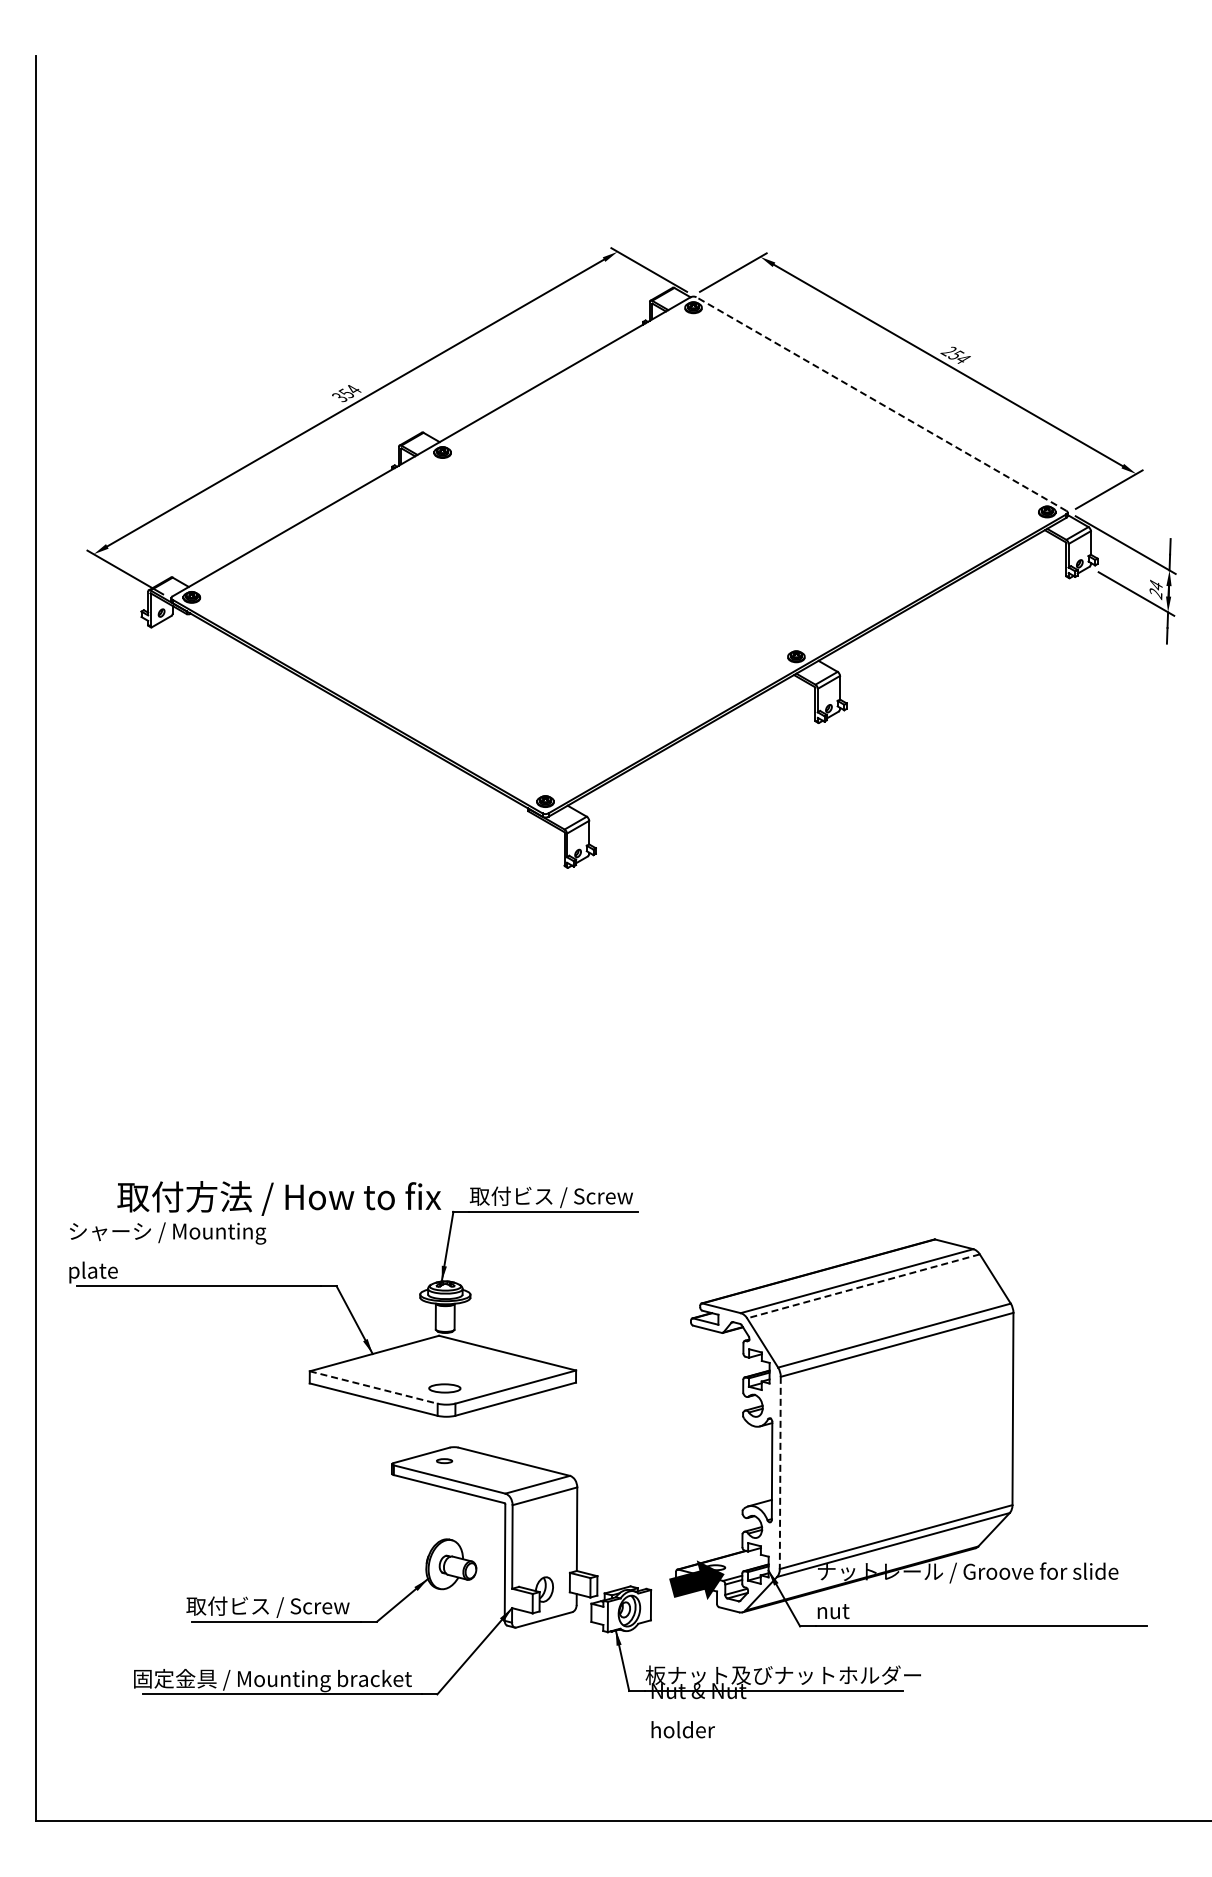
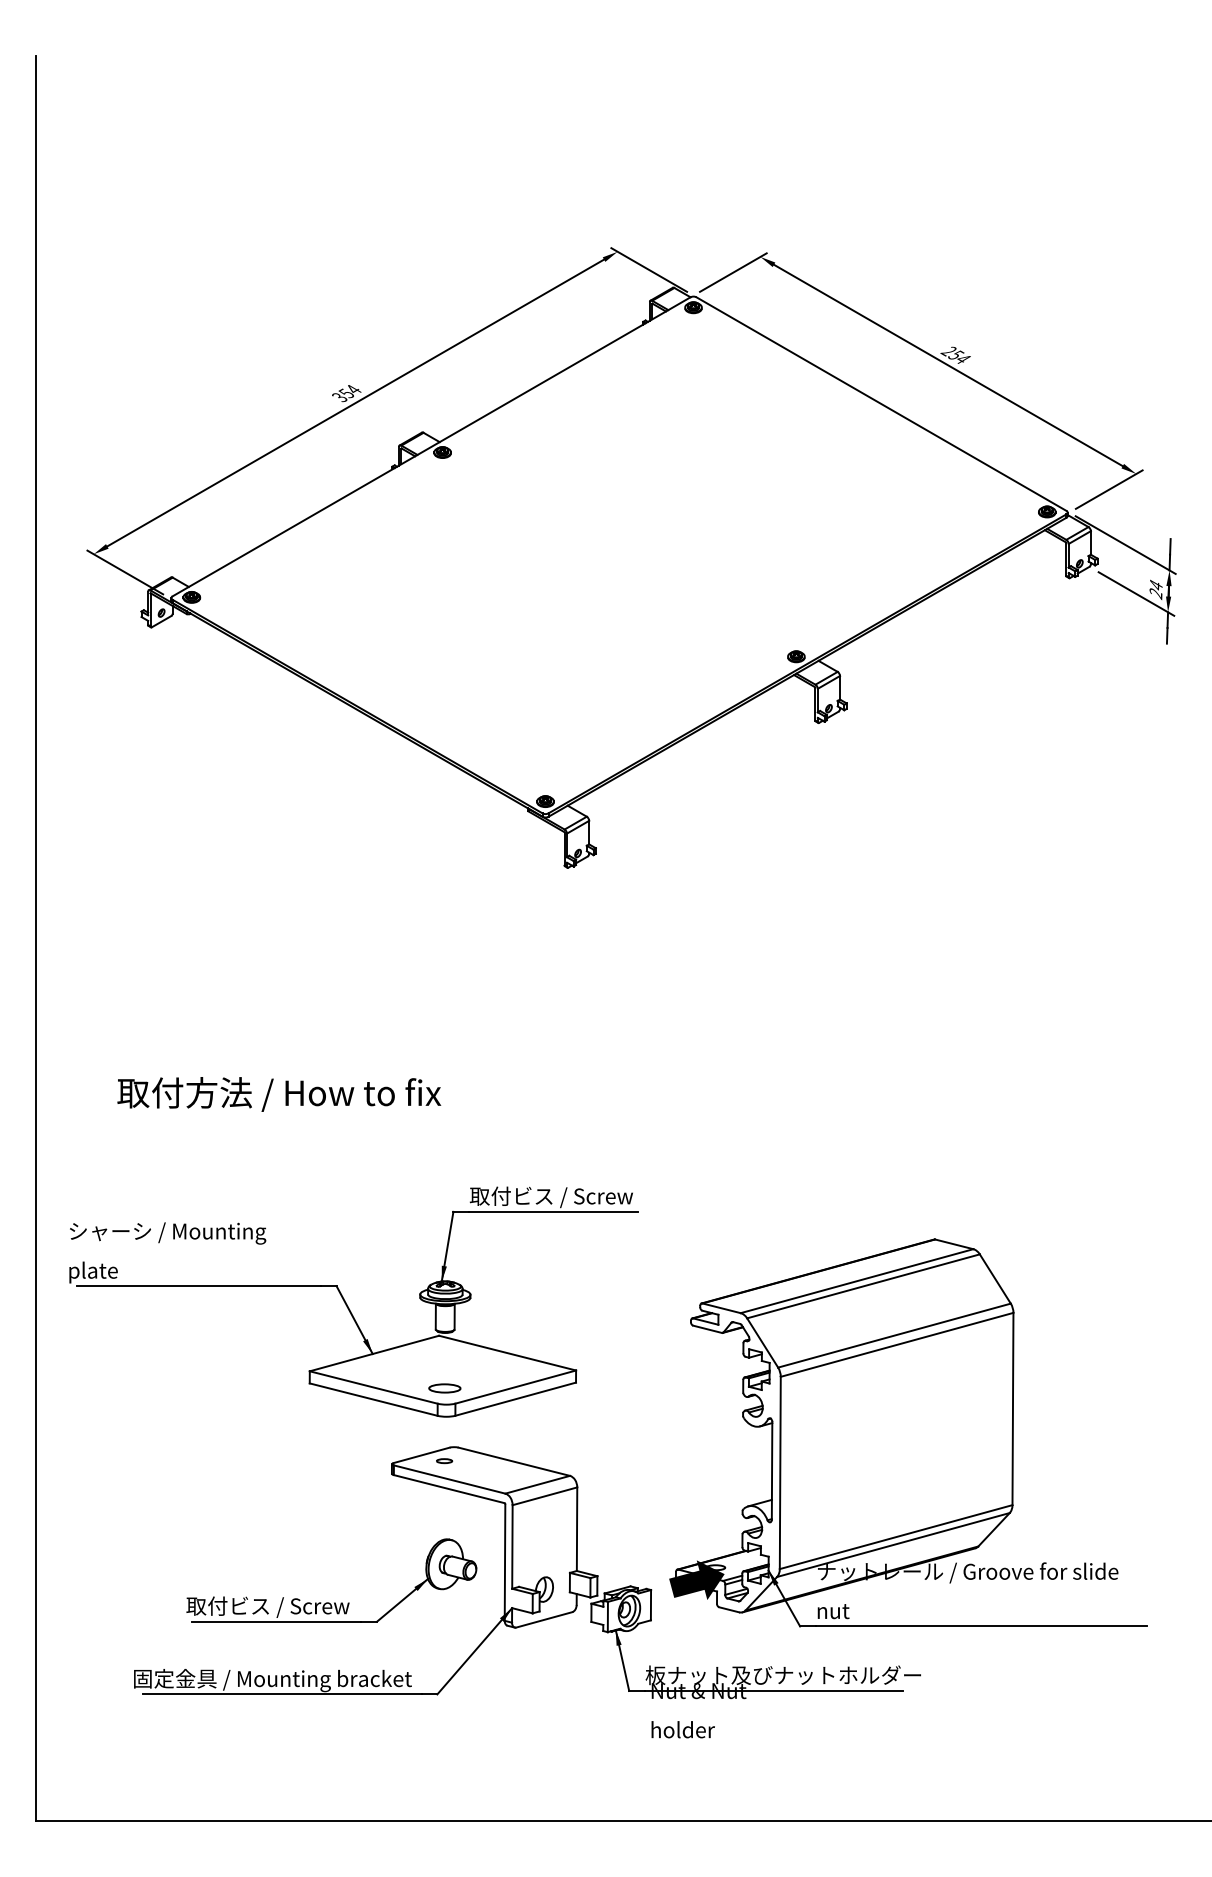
line at (881, 404): dashed -> solid
text at (279, 1198) position: (279, 1198) -> (279, 1094)
line at (863, 1286): dashed -> solid
line at (373, 1387): dashed -> solid
line at (780, 1473): dashed -> solid
